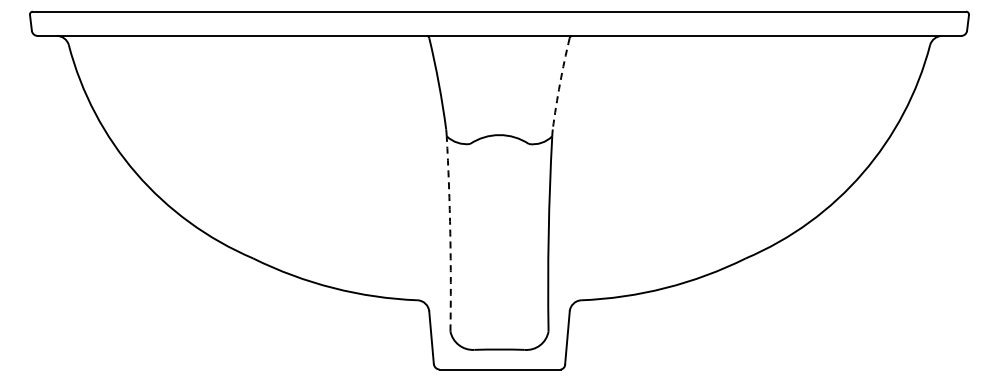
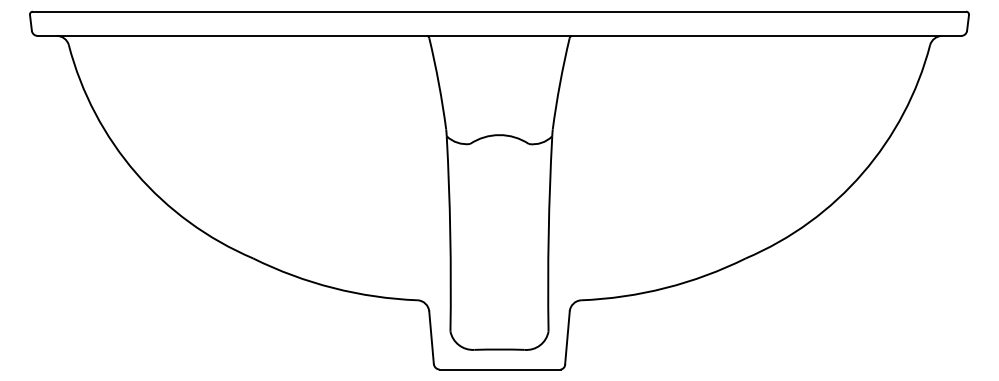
arc at (560, 83): dashed -> solid
arc at (450, 233): dashed -> solid
